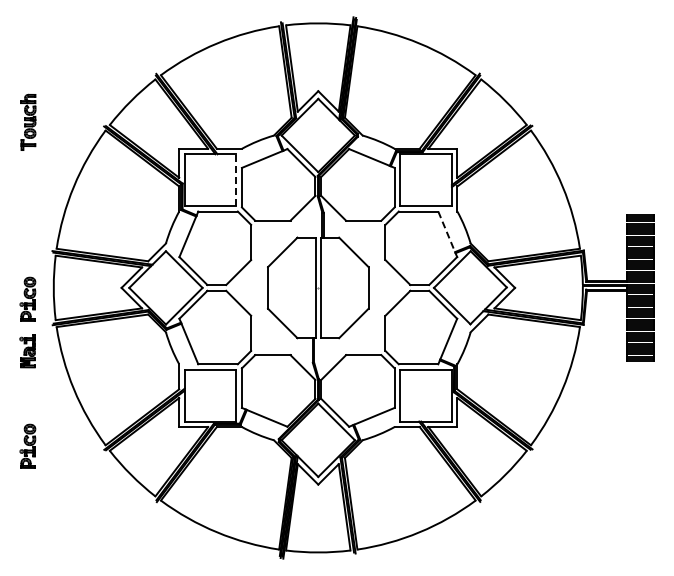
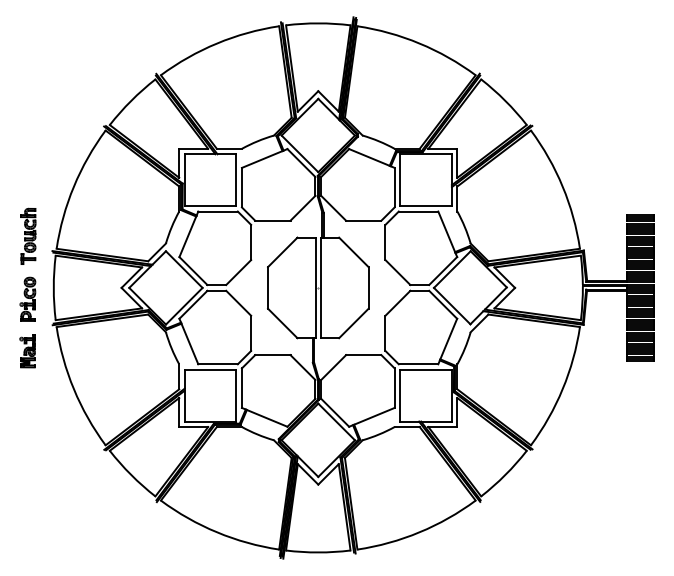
part at (28, 121) position: (28, 121) -> (28, 235)
line at (236, 180): dashed -> solid
line at (446, 231): dashed -> solid
part at (27, 445): present -> none
